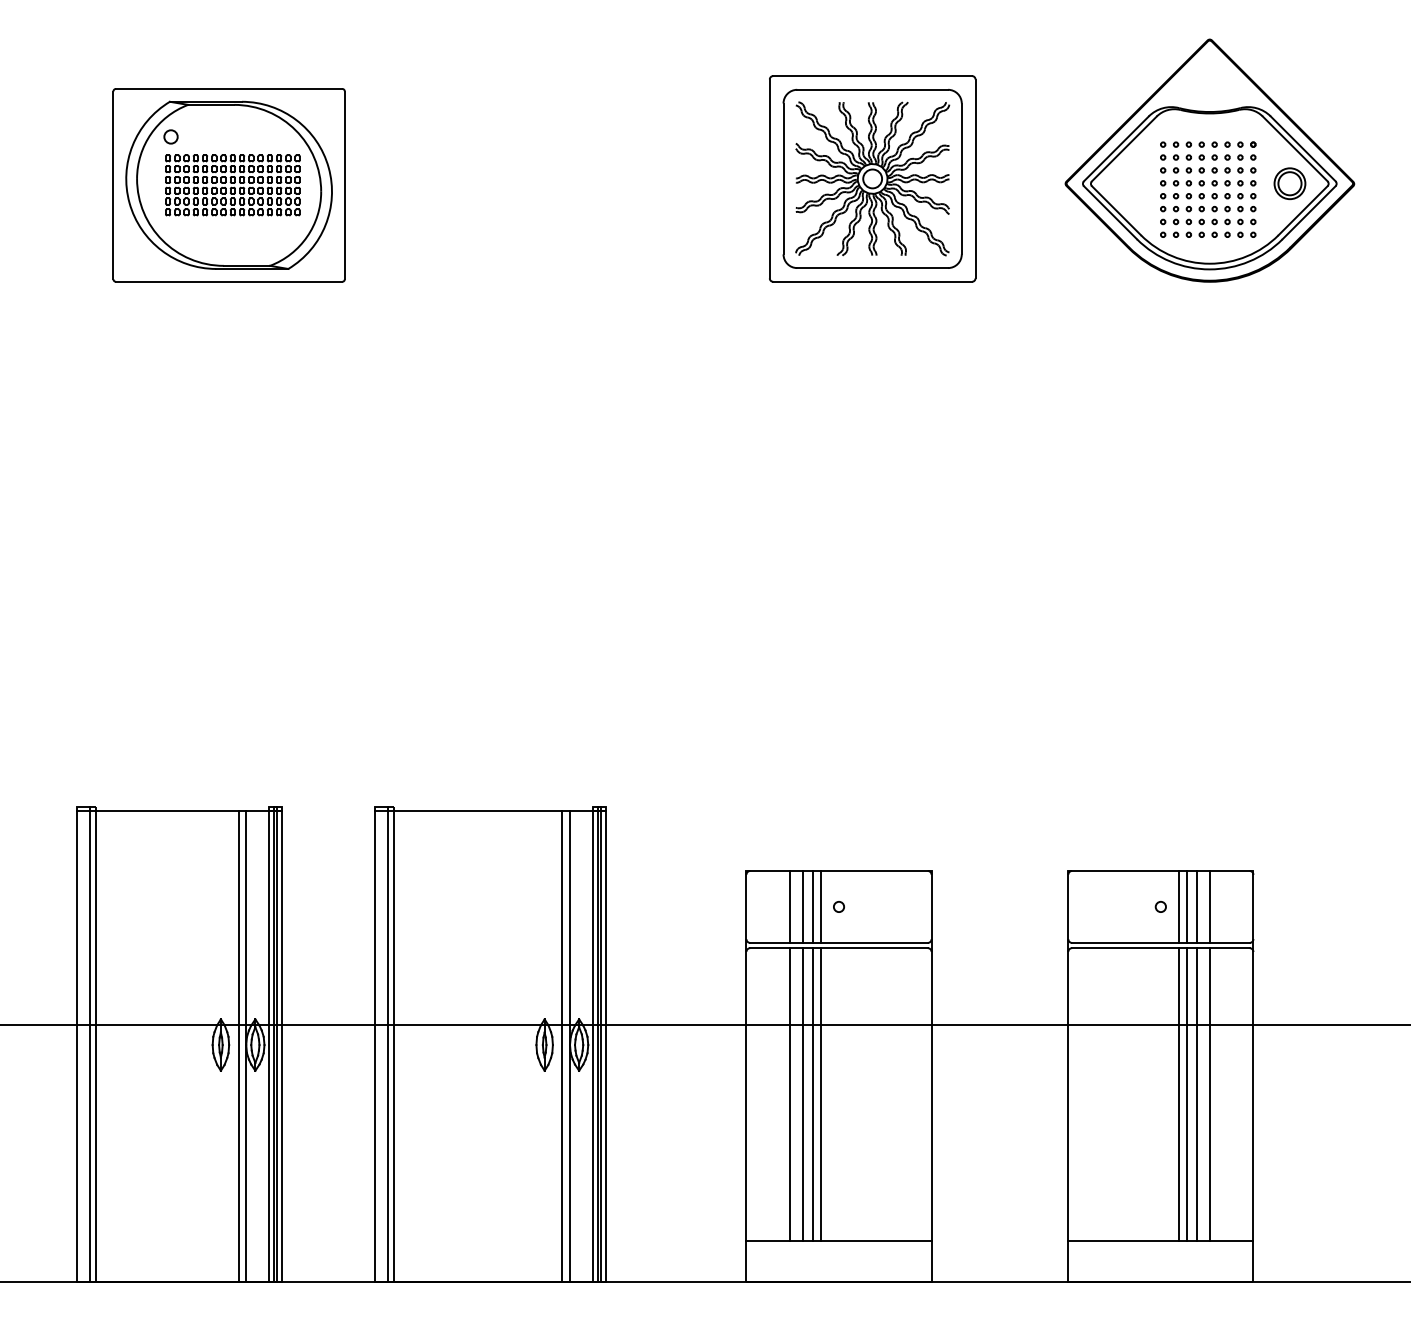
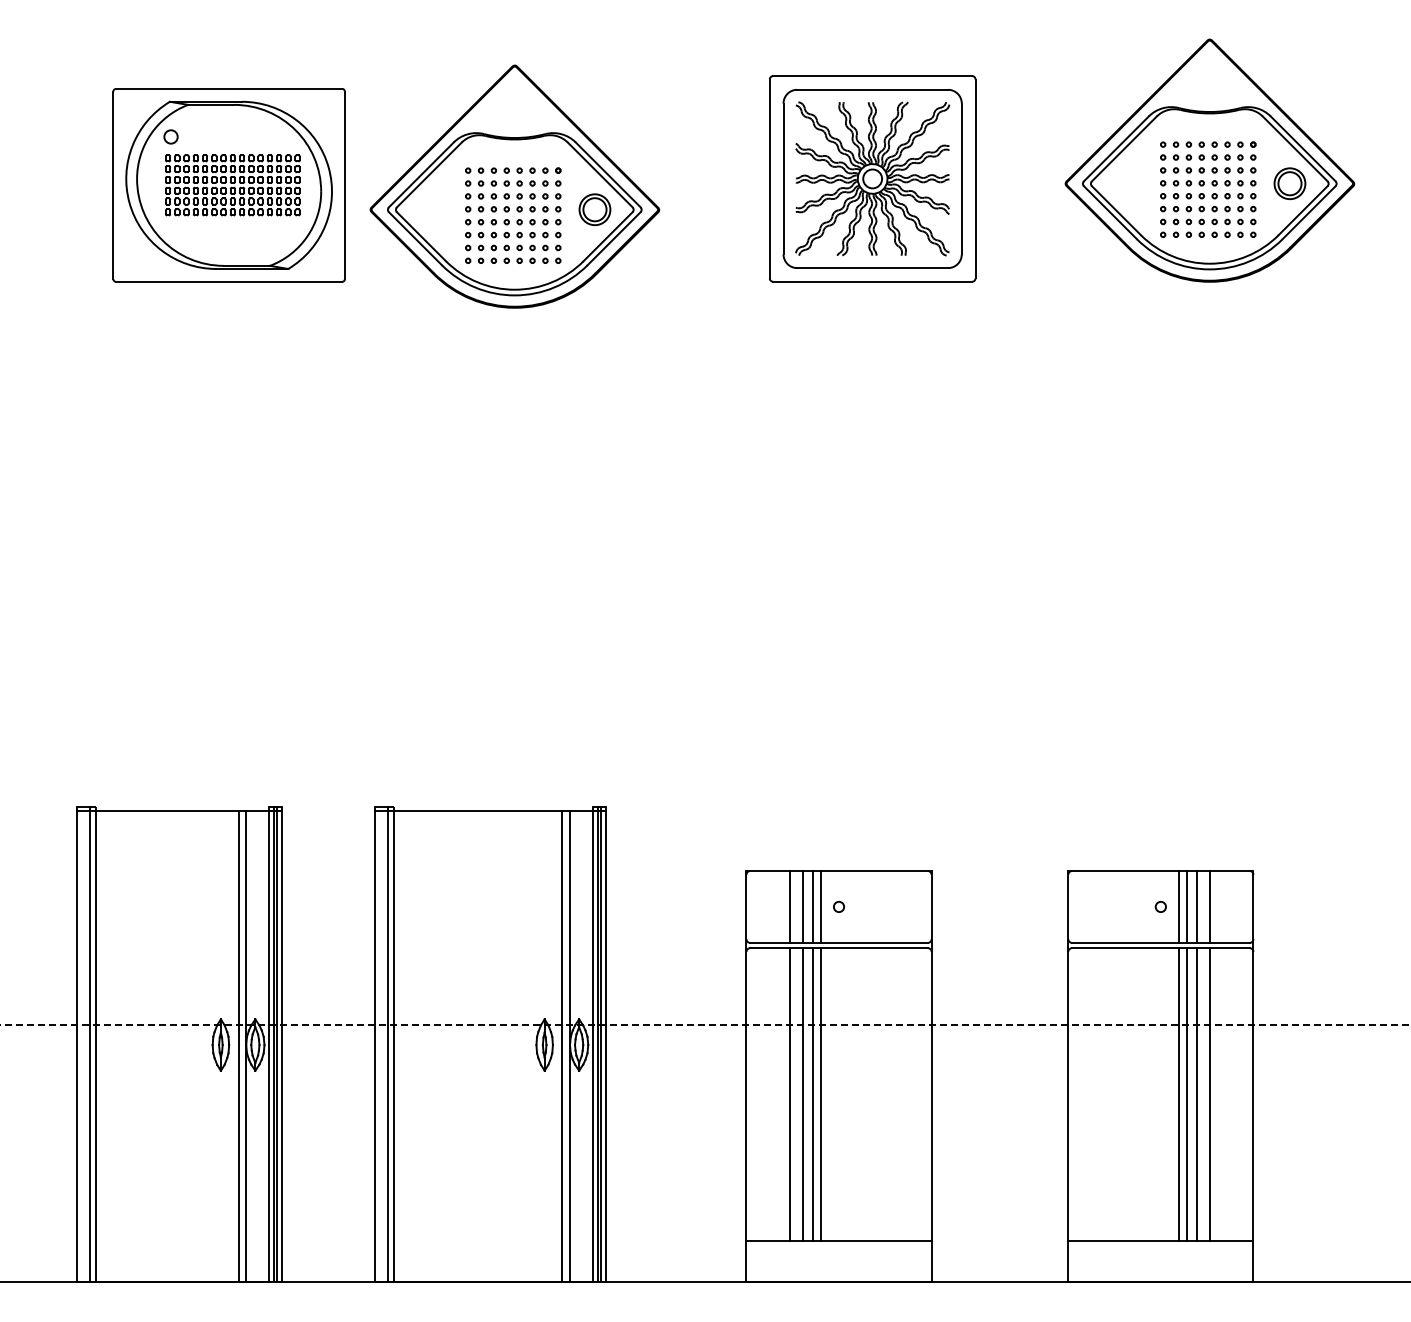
part at (514, 186): none -> present
line at (705, 1025): solid -> dashed
